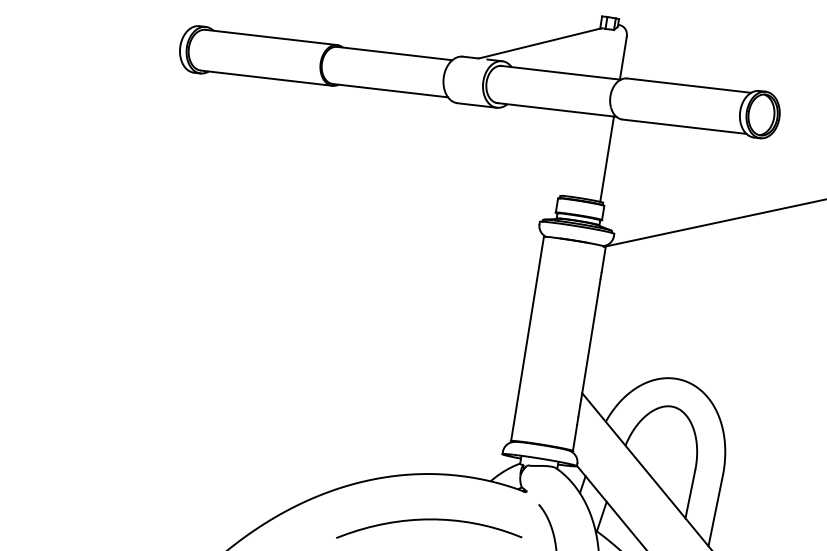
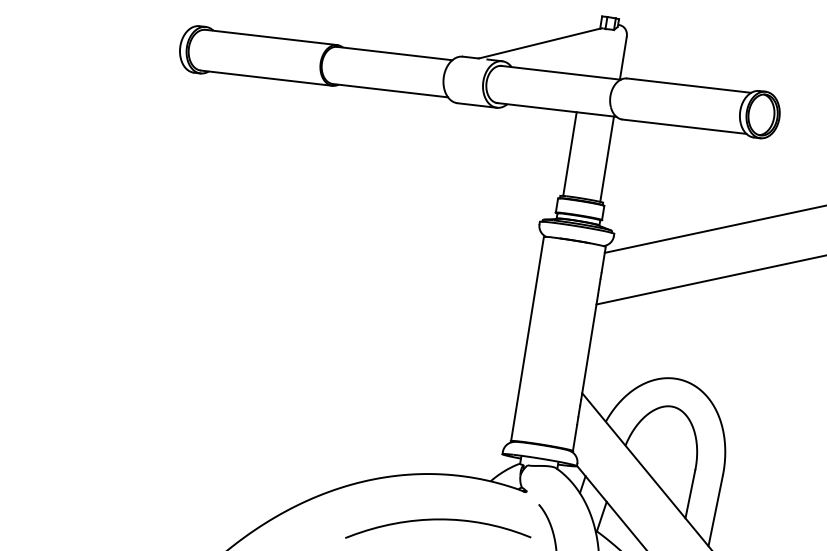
line at (569, 153): none -> present
line at (713, 223) position: (713, 223) -> (713, 229)
line at (709, 279): none -> present
curve at (429, 520) position: (429, 520) -> (438, 520)
